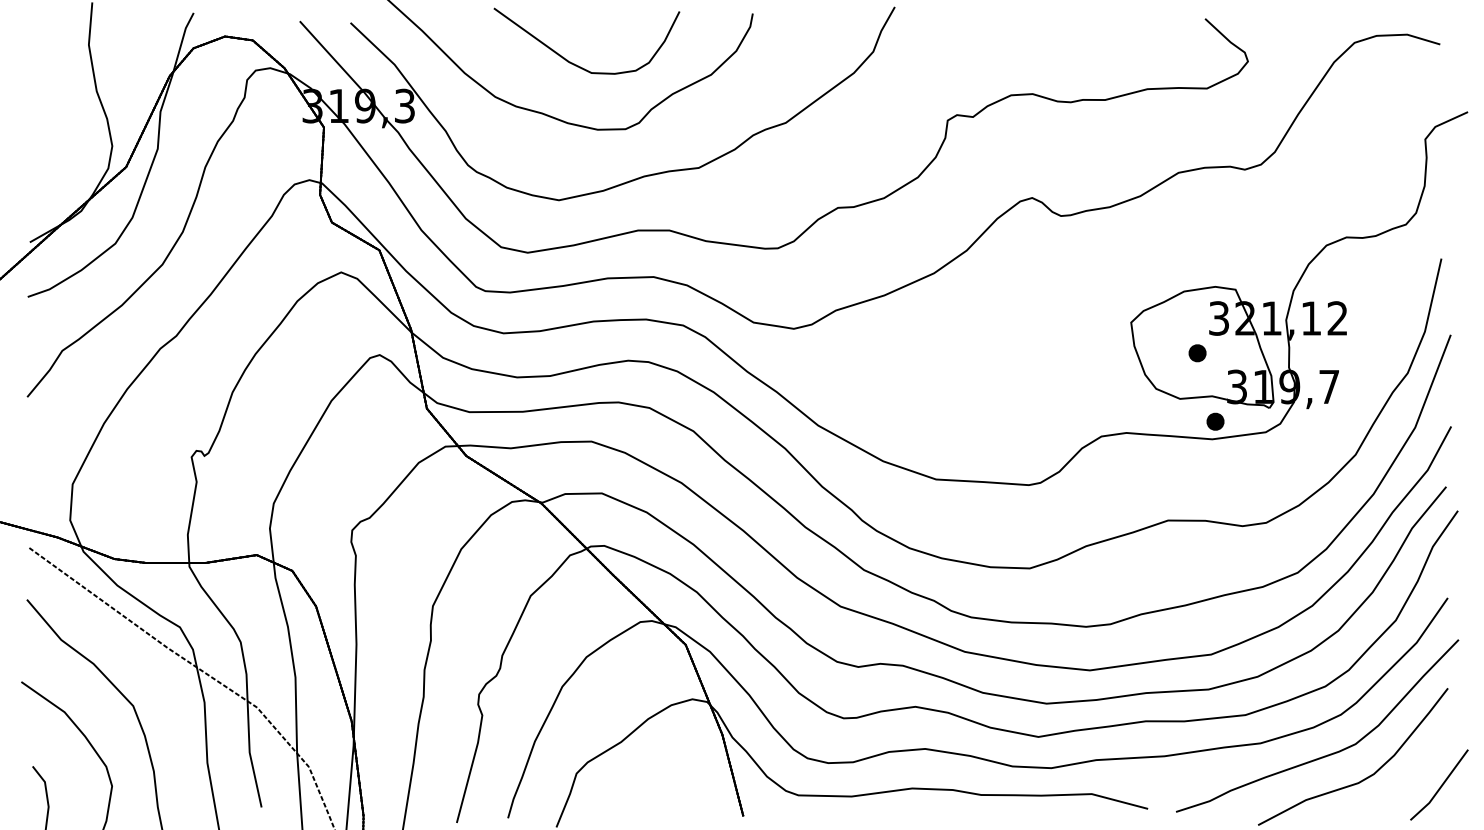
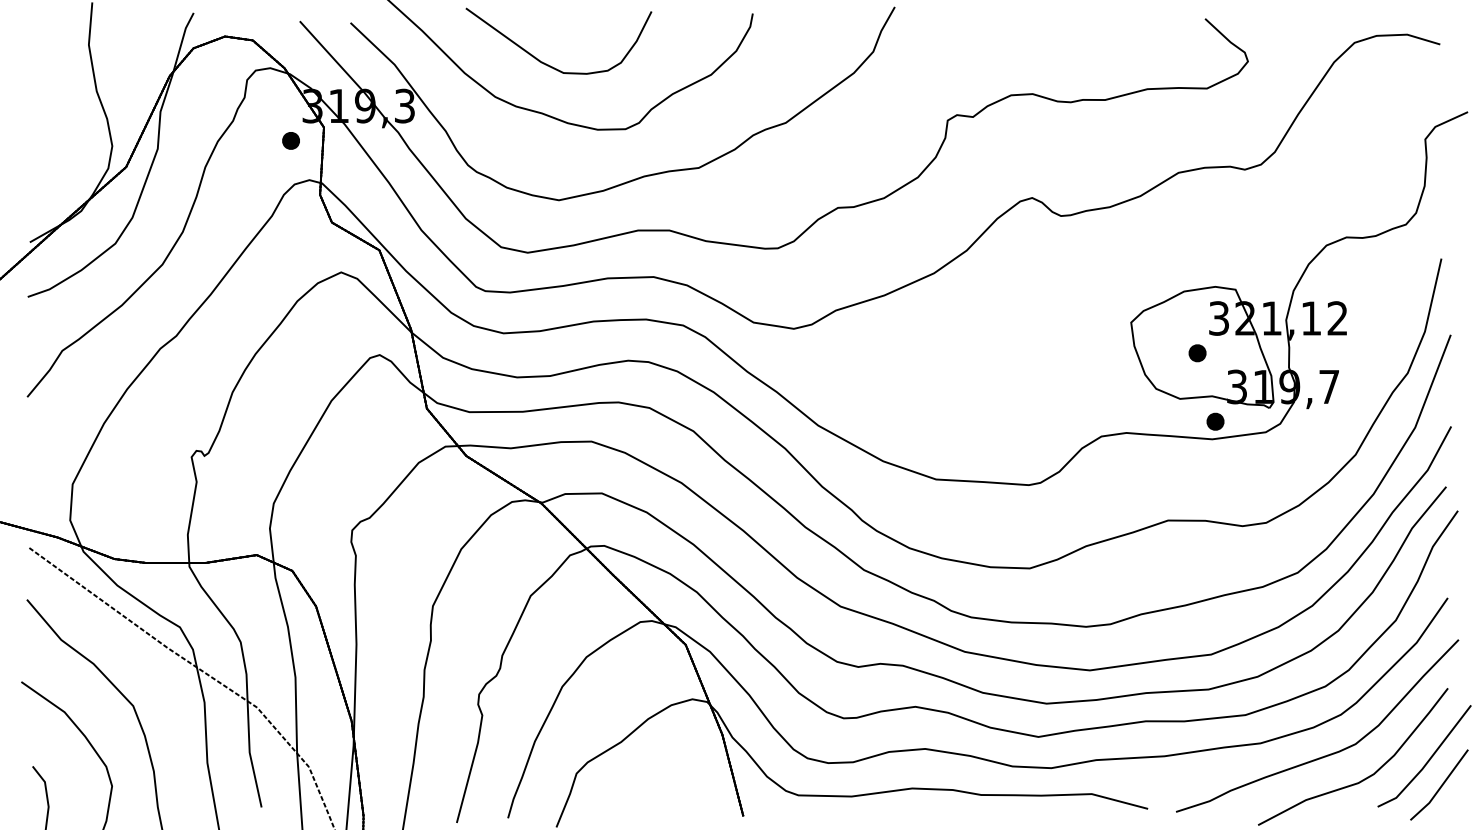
curve at (574, 63) position: (574, 63) -> (546, 63)
part at (290, 140): none -> present
line at (1428, 759): none -> present
